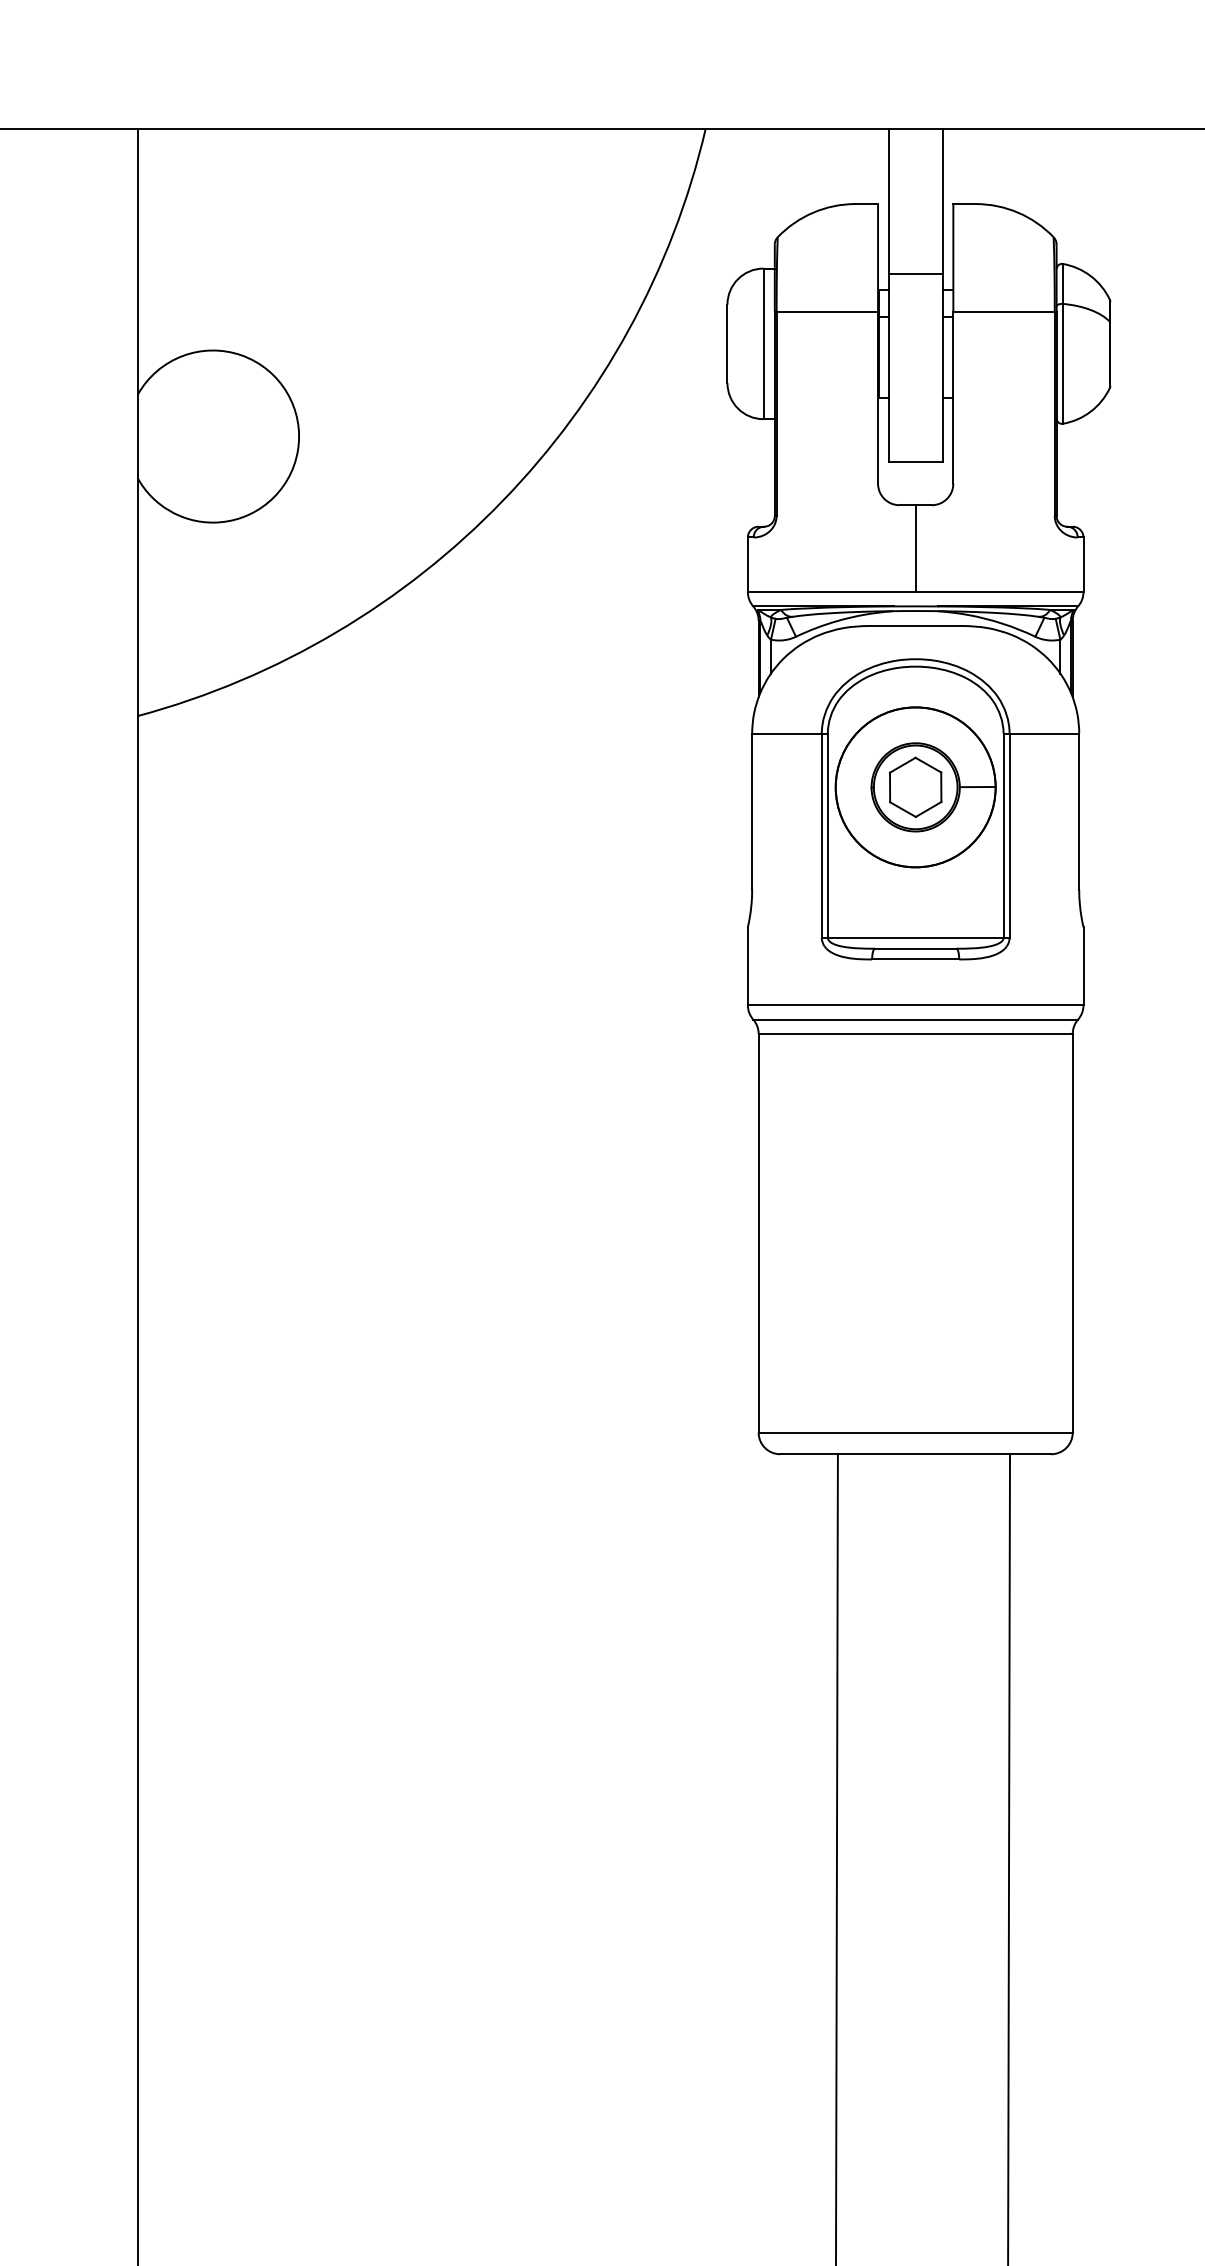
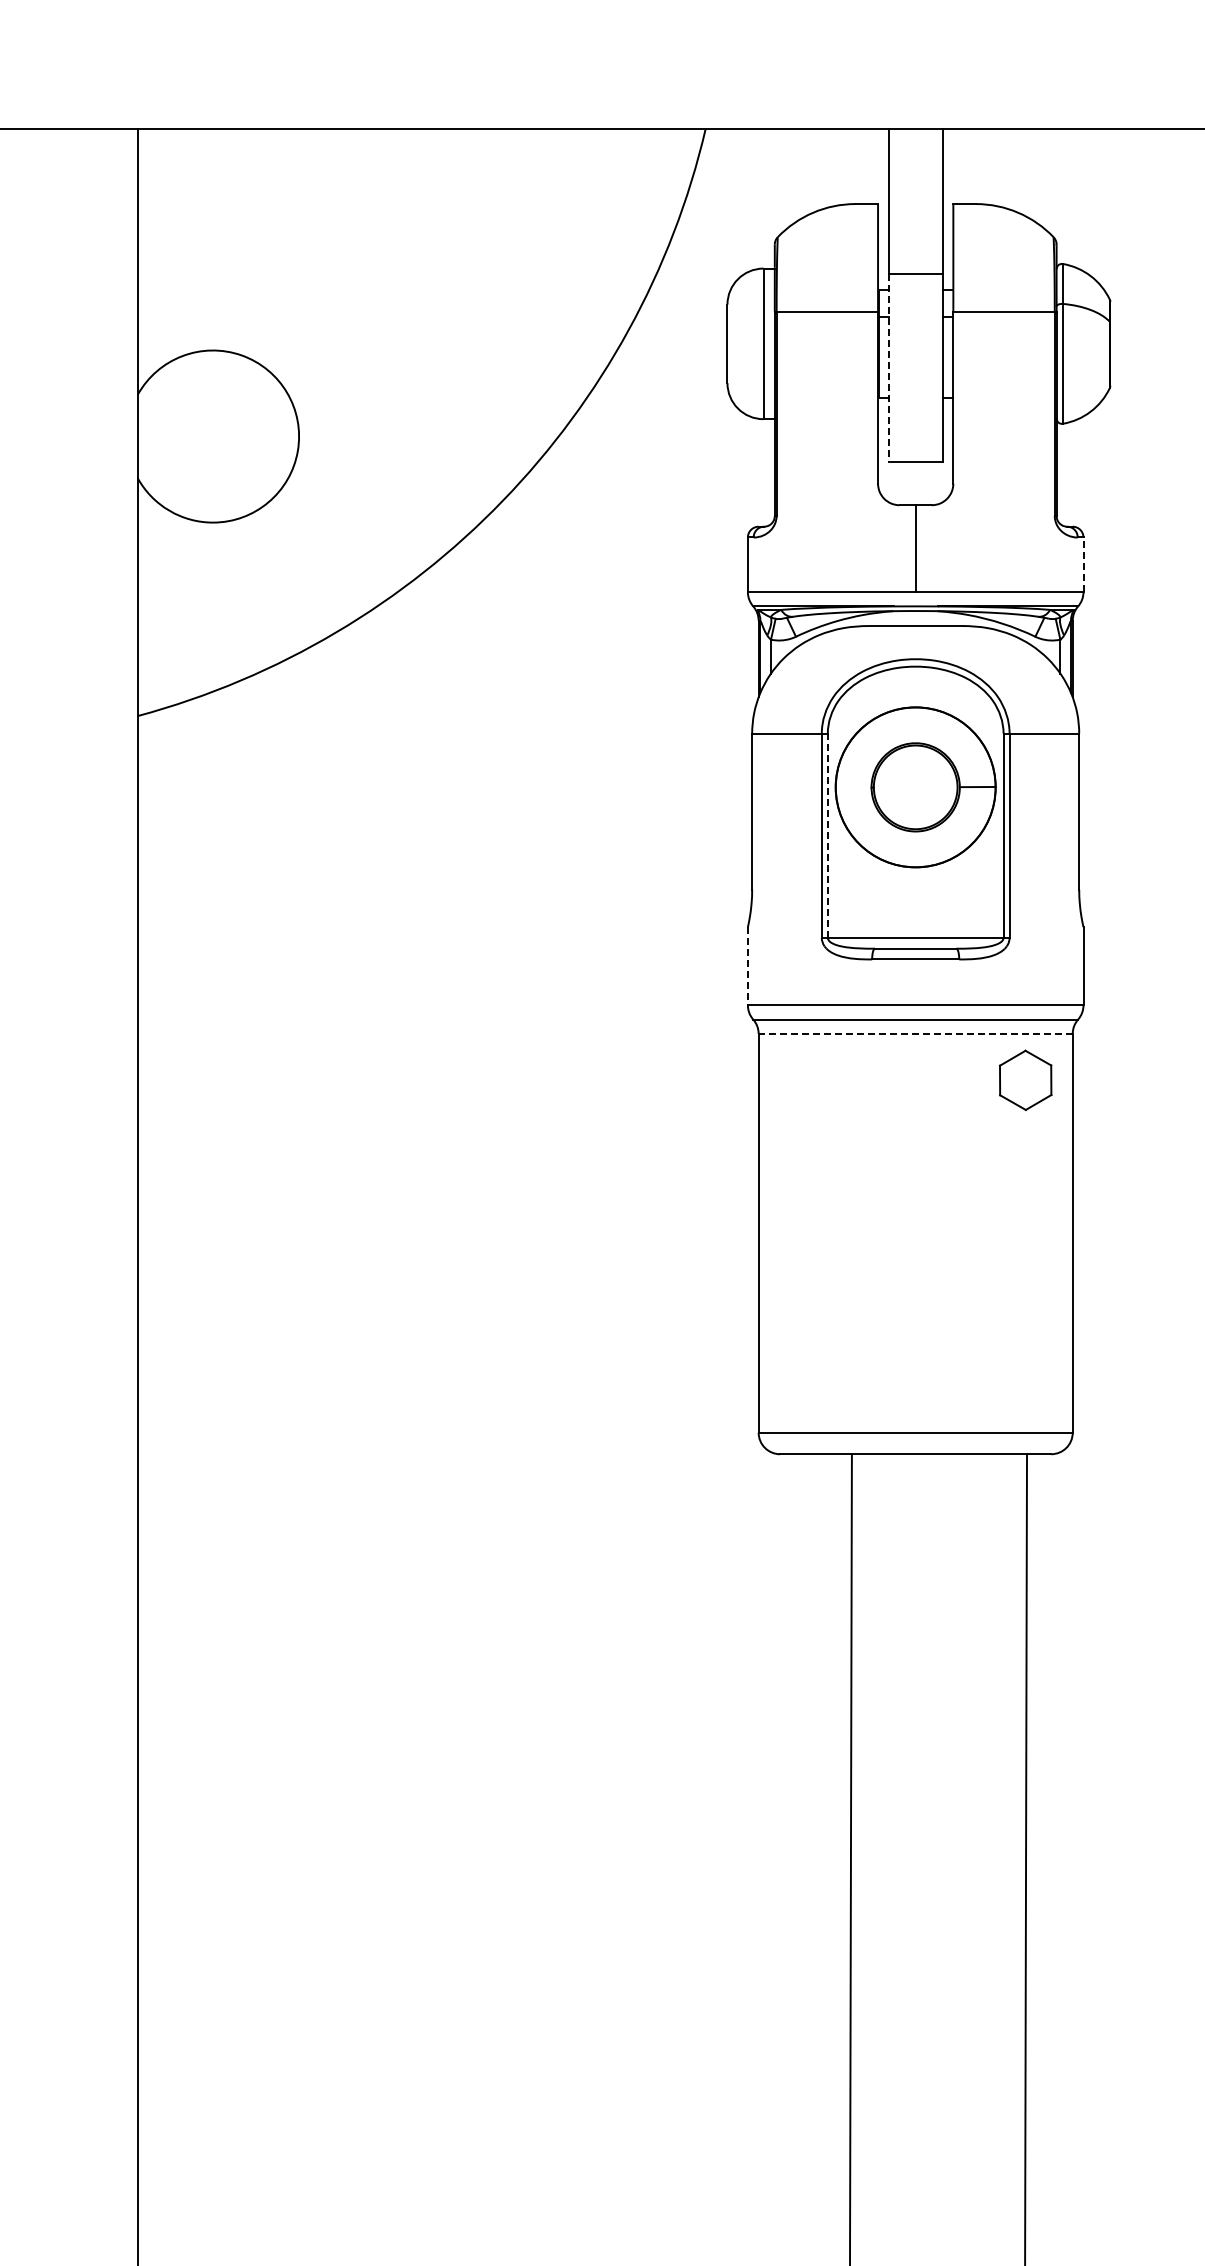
line at (888, 368): solid -> dashed
line at (1083, 564): solid -> dashed
part at (915, 786) position: (915, 786) -> (1025, 1079)
line at (827, 835): solid -> dashed
line at (747, 966): solid -> dashed
line at (915, 1033): solid -> dashed
line at (836, 1858) position: (836, 1858) -> (850, 1858)
line at (1009, 1858) position: (1009, 1858) -> (1026, 1858)
